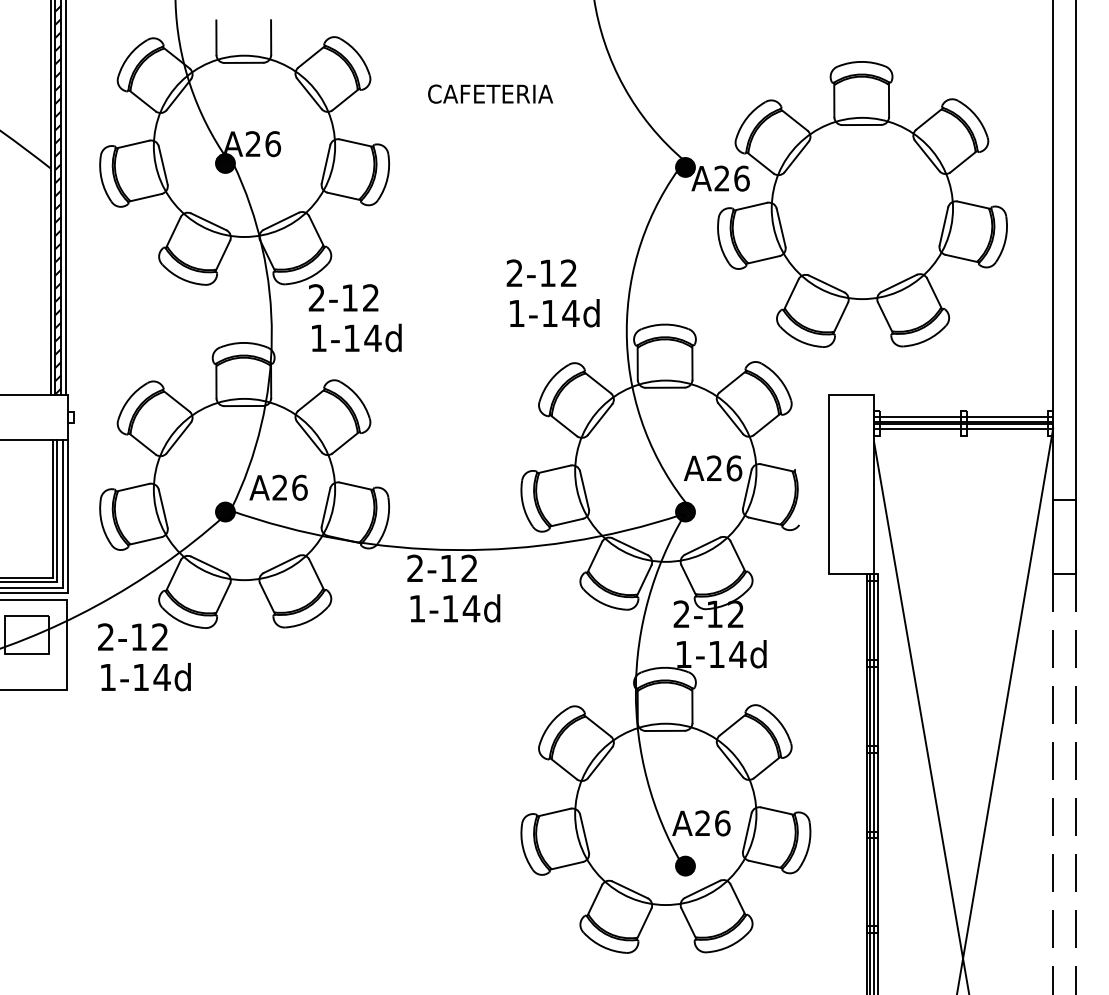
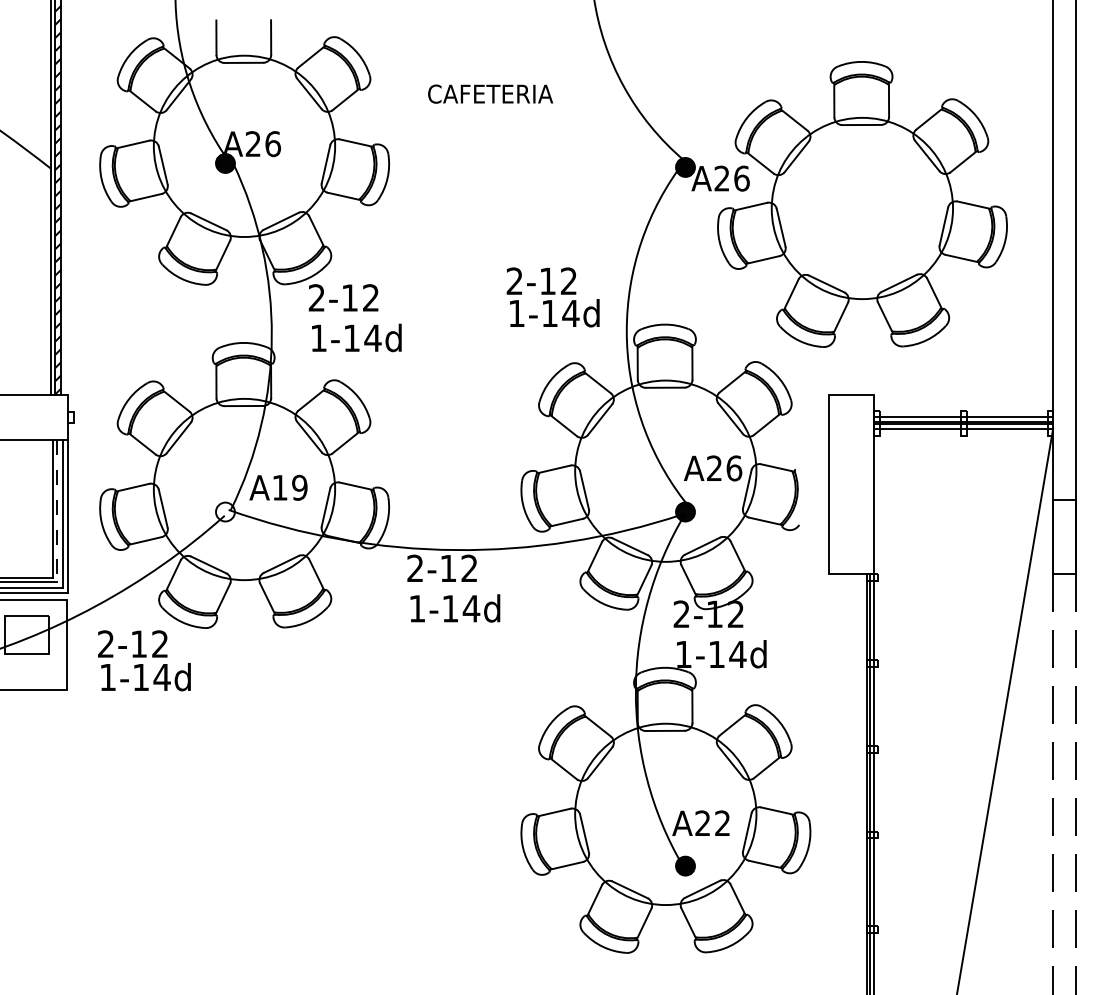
line at (65, 198): present -> none
text at (541, 272) position: (541, 272) -> (541, 280)
text at (289, 487): A26 -> A19
line at (57, 511): solid -> dashed
hatch at (225, 511): present -> none
text at (132, 636) position: (132, 636) -> (132, 643)
line at (921, 716): present -> none
line at (877, 782): present -> none
text at (722, 823): A26 -> A22
